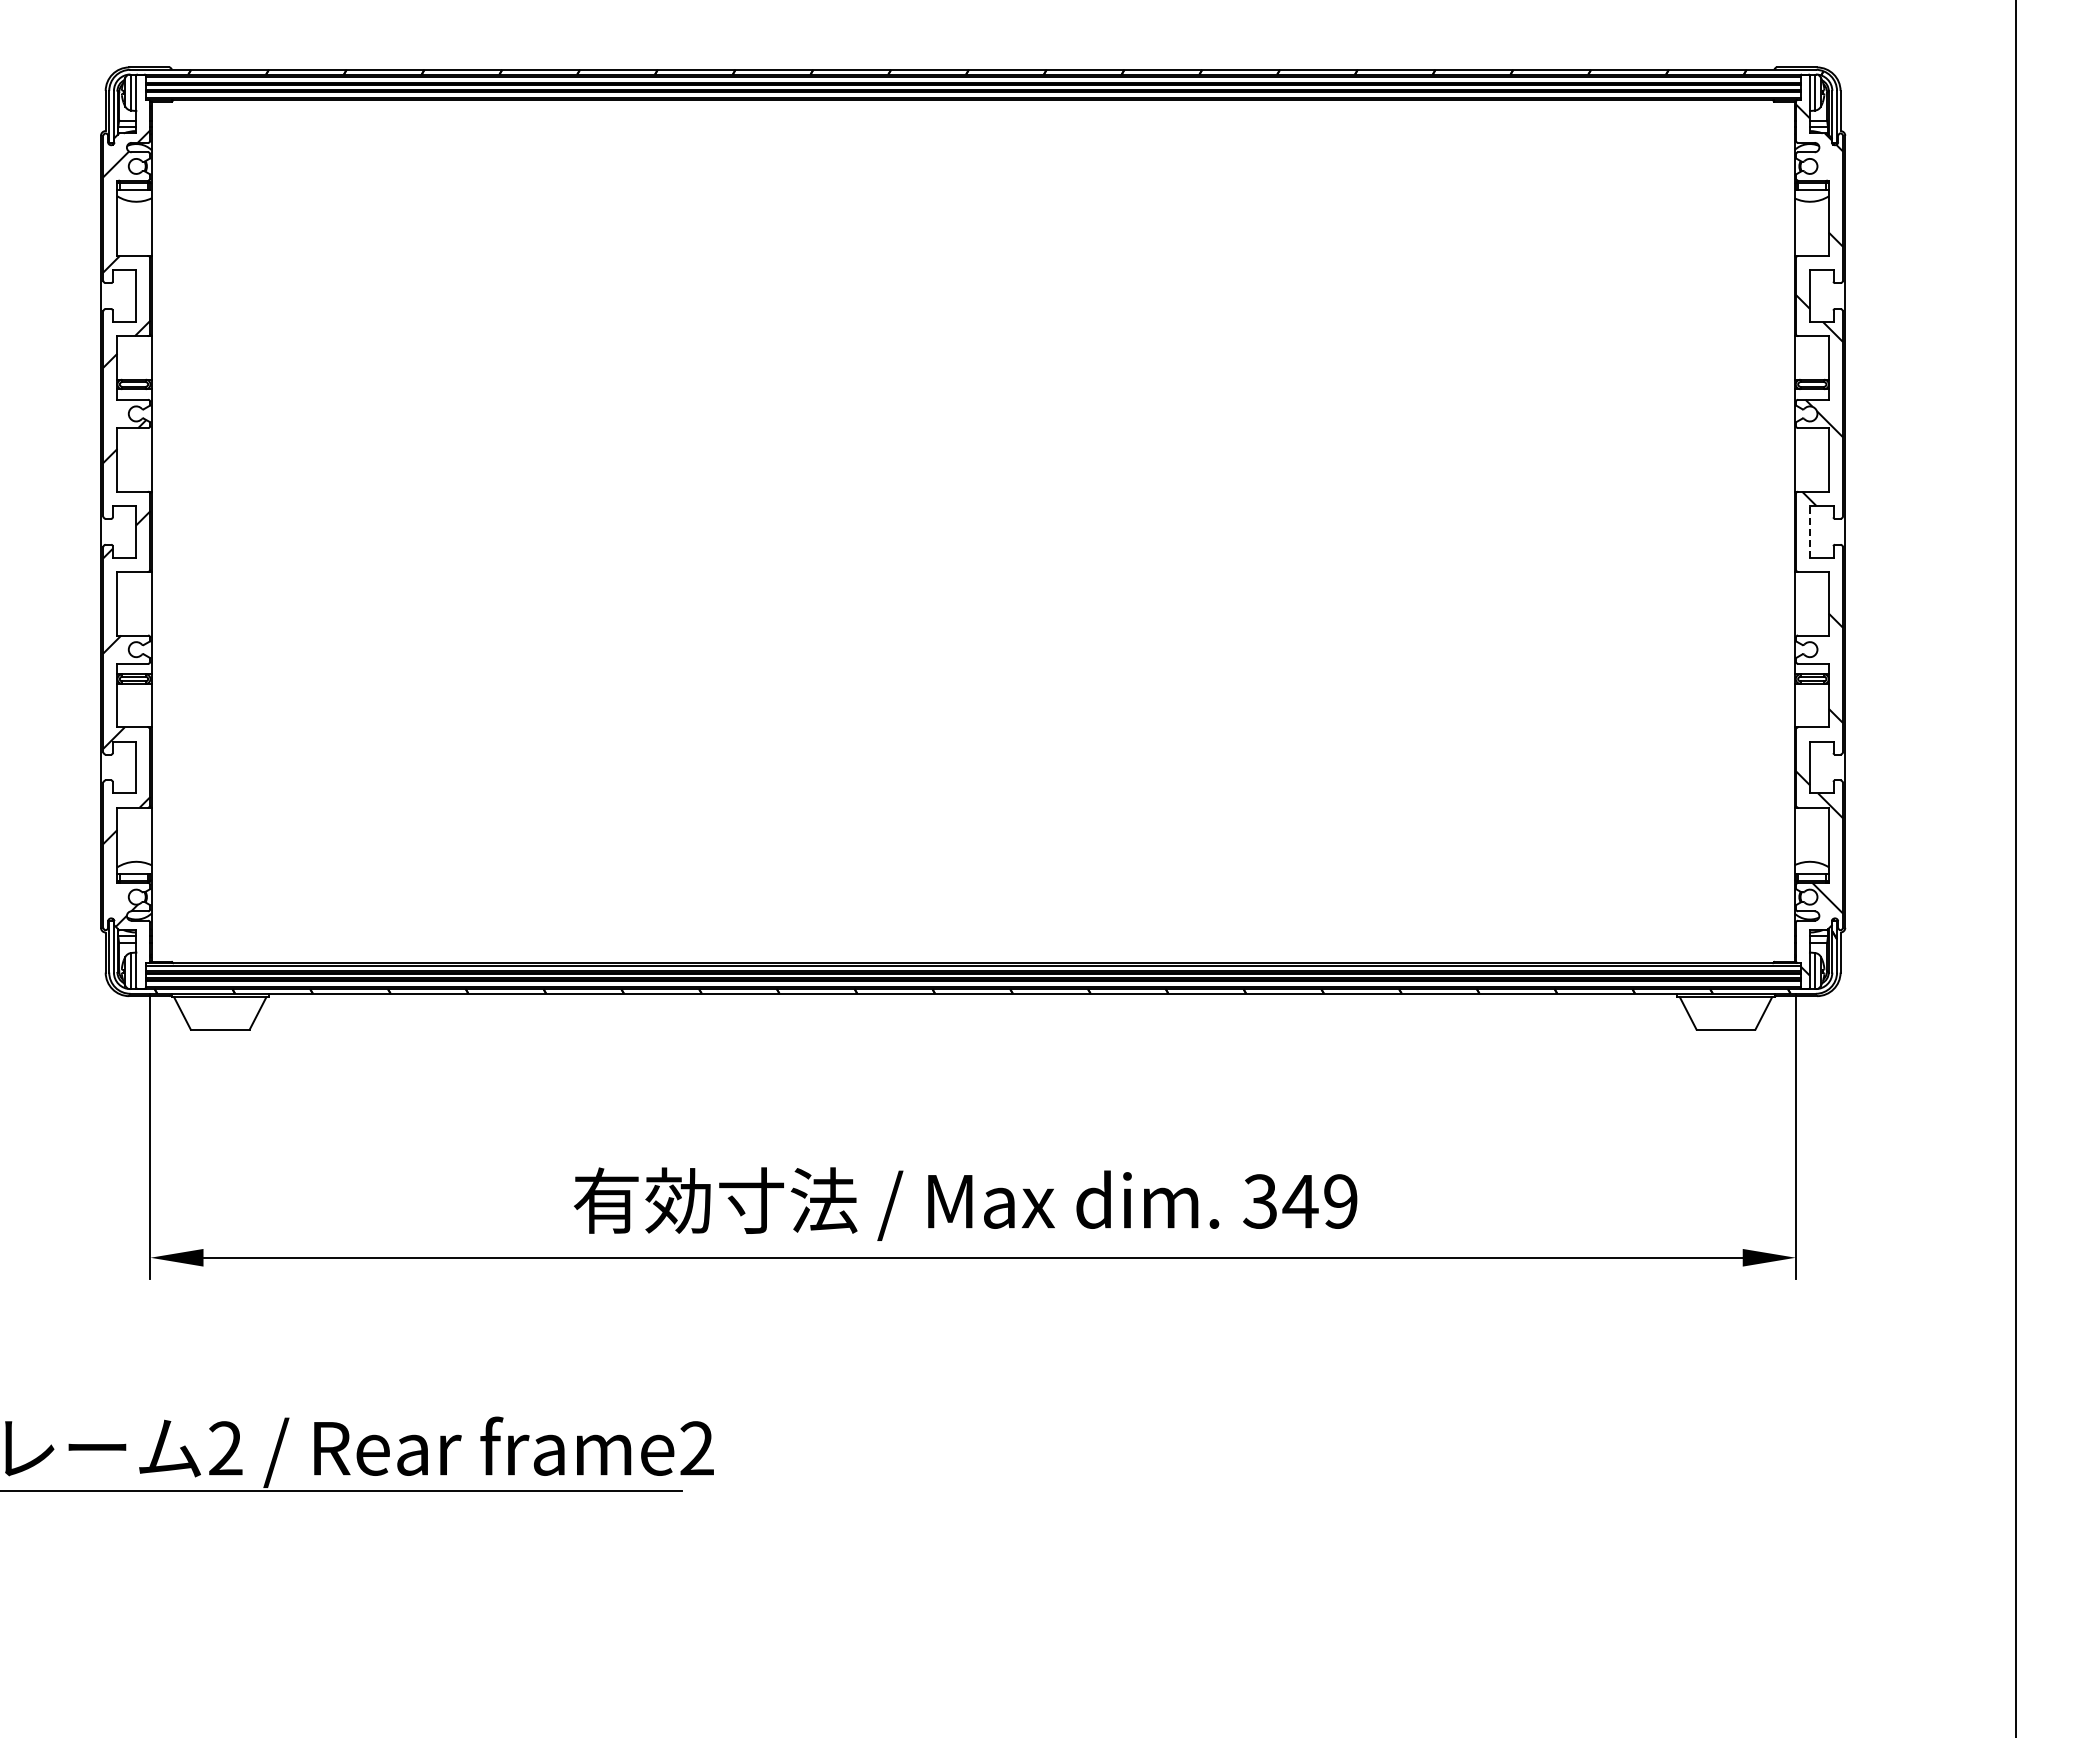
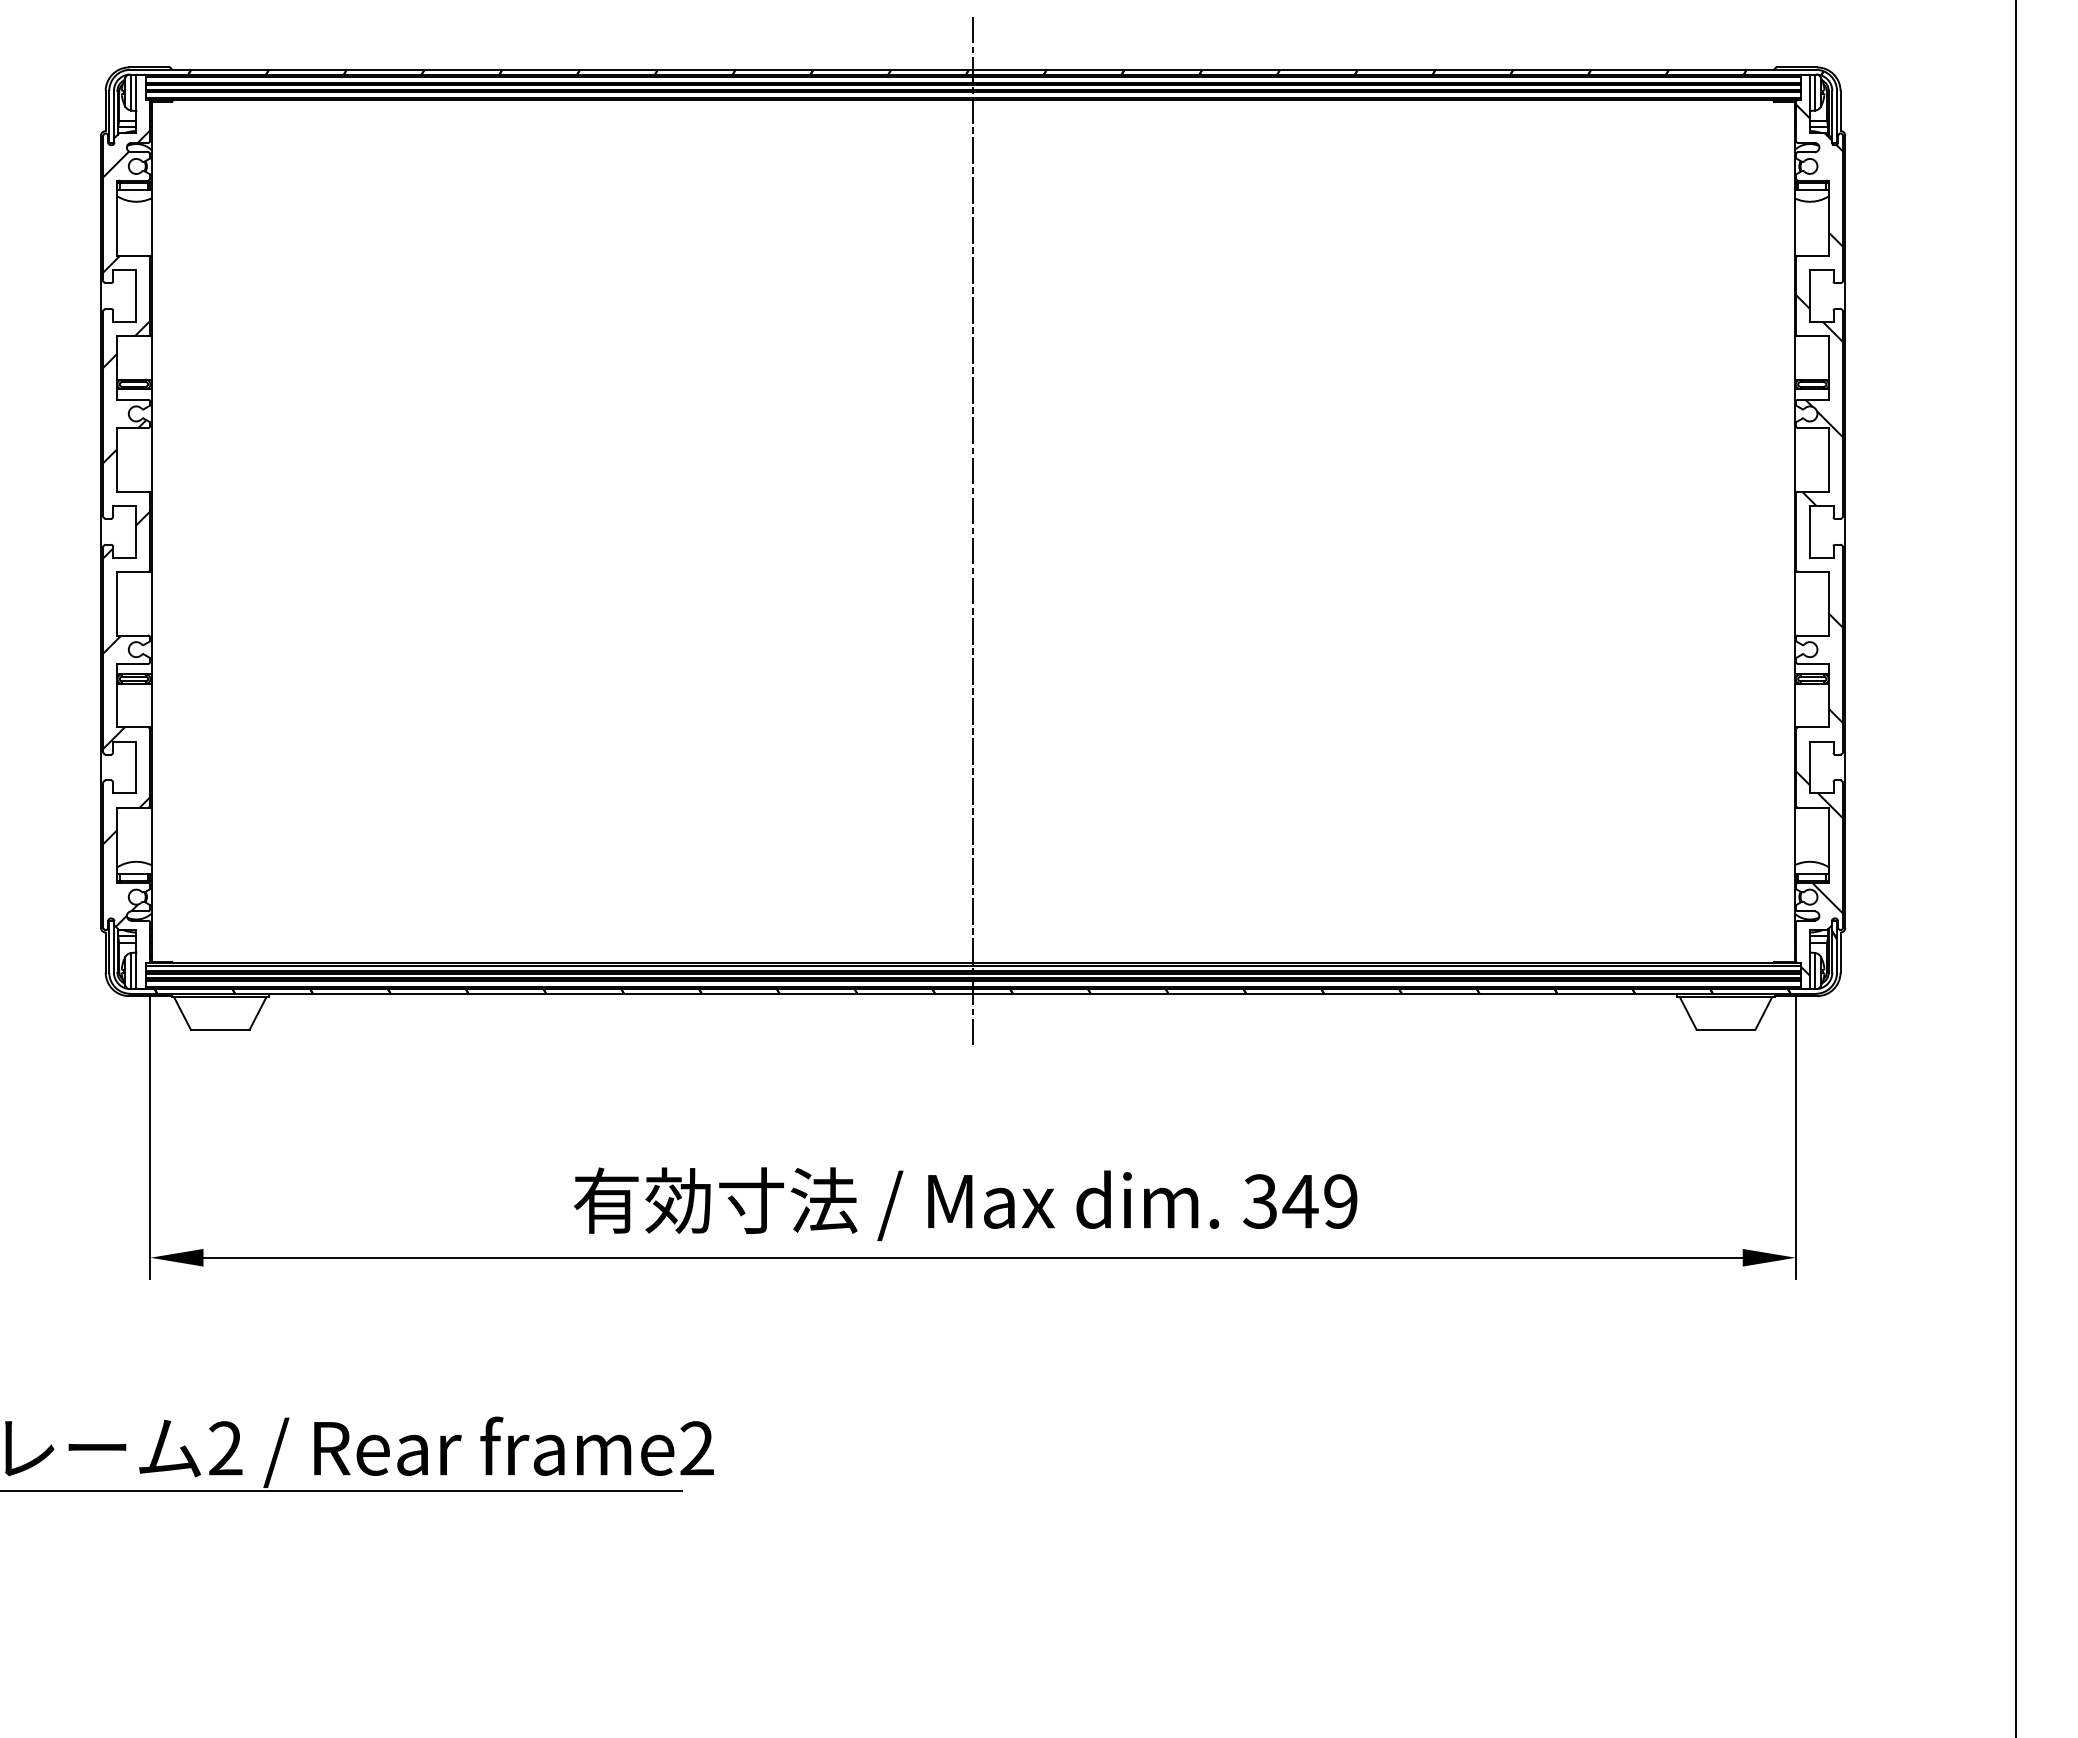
line at (973, 531): none -> present
line at (1809, 531): dashed -> solid
